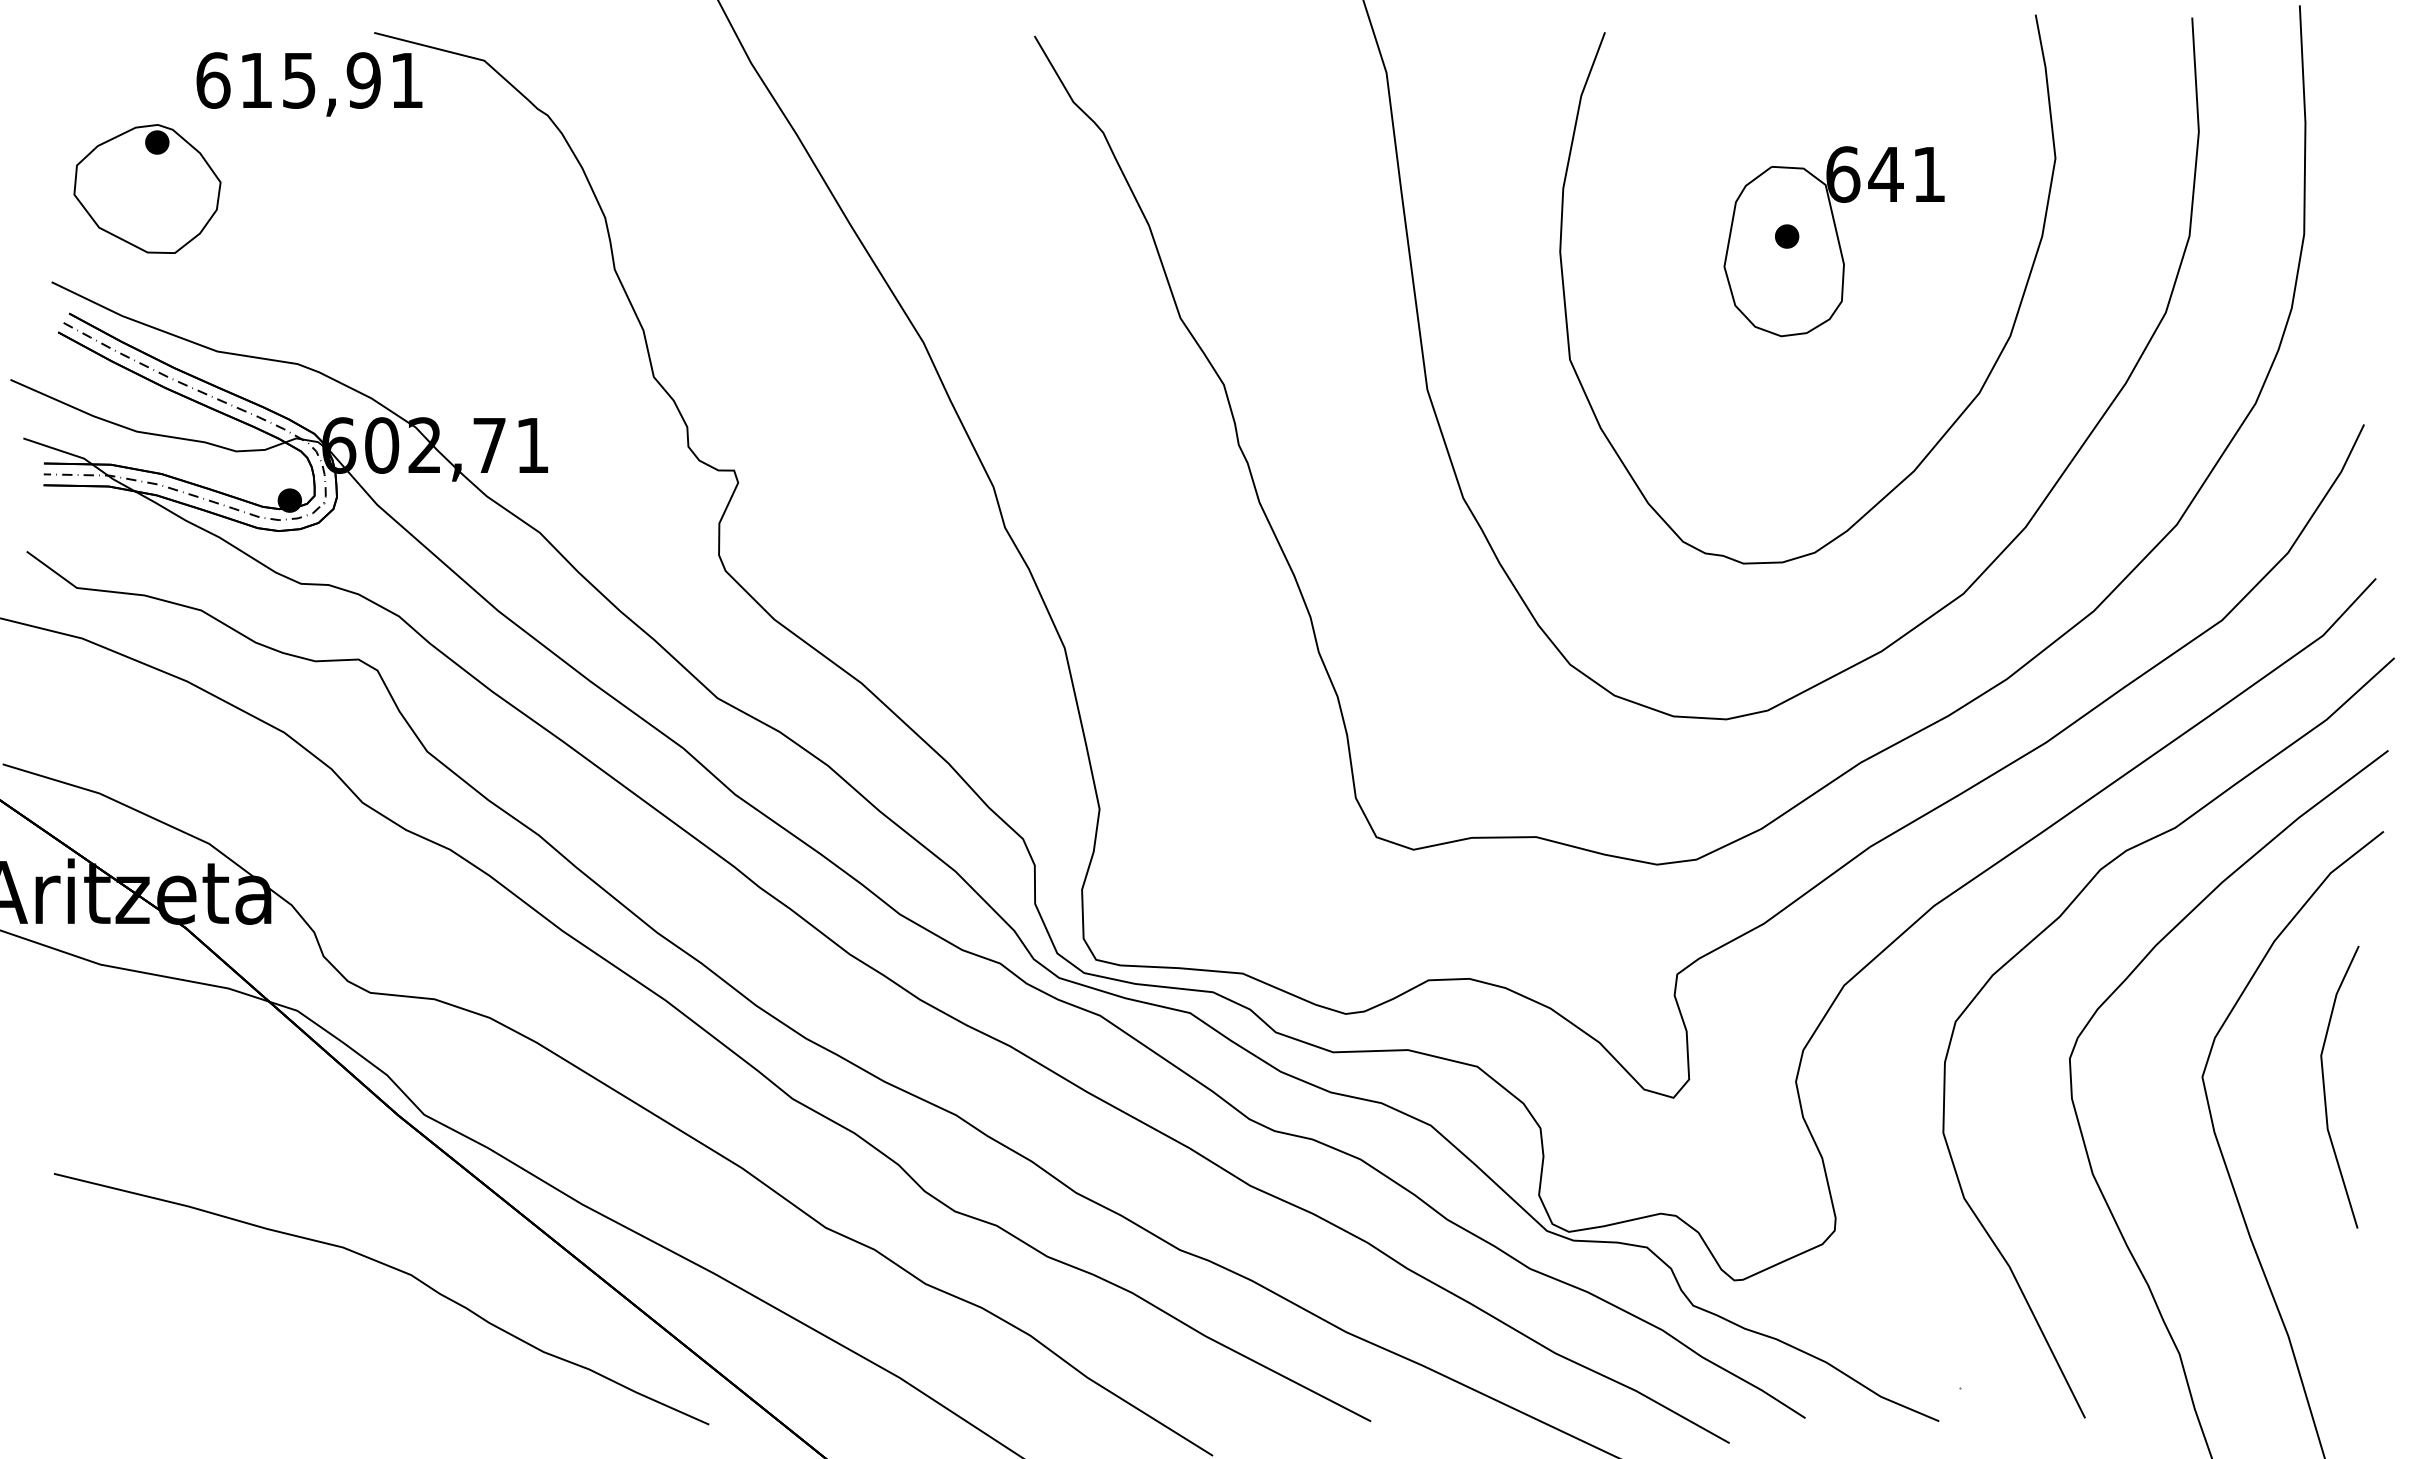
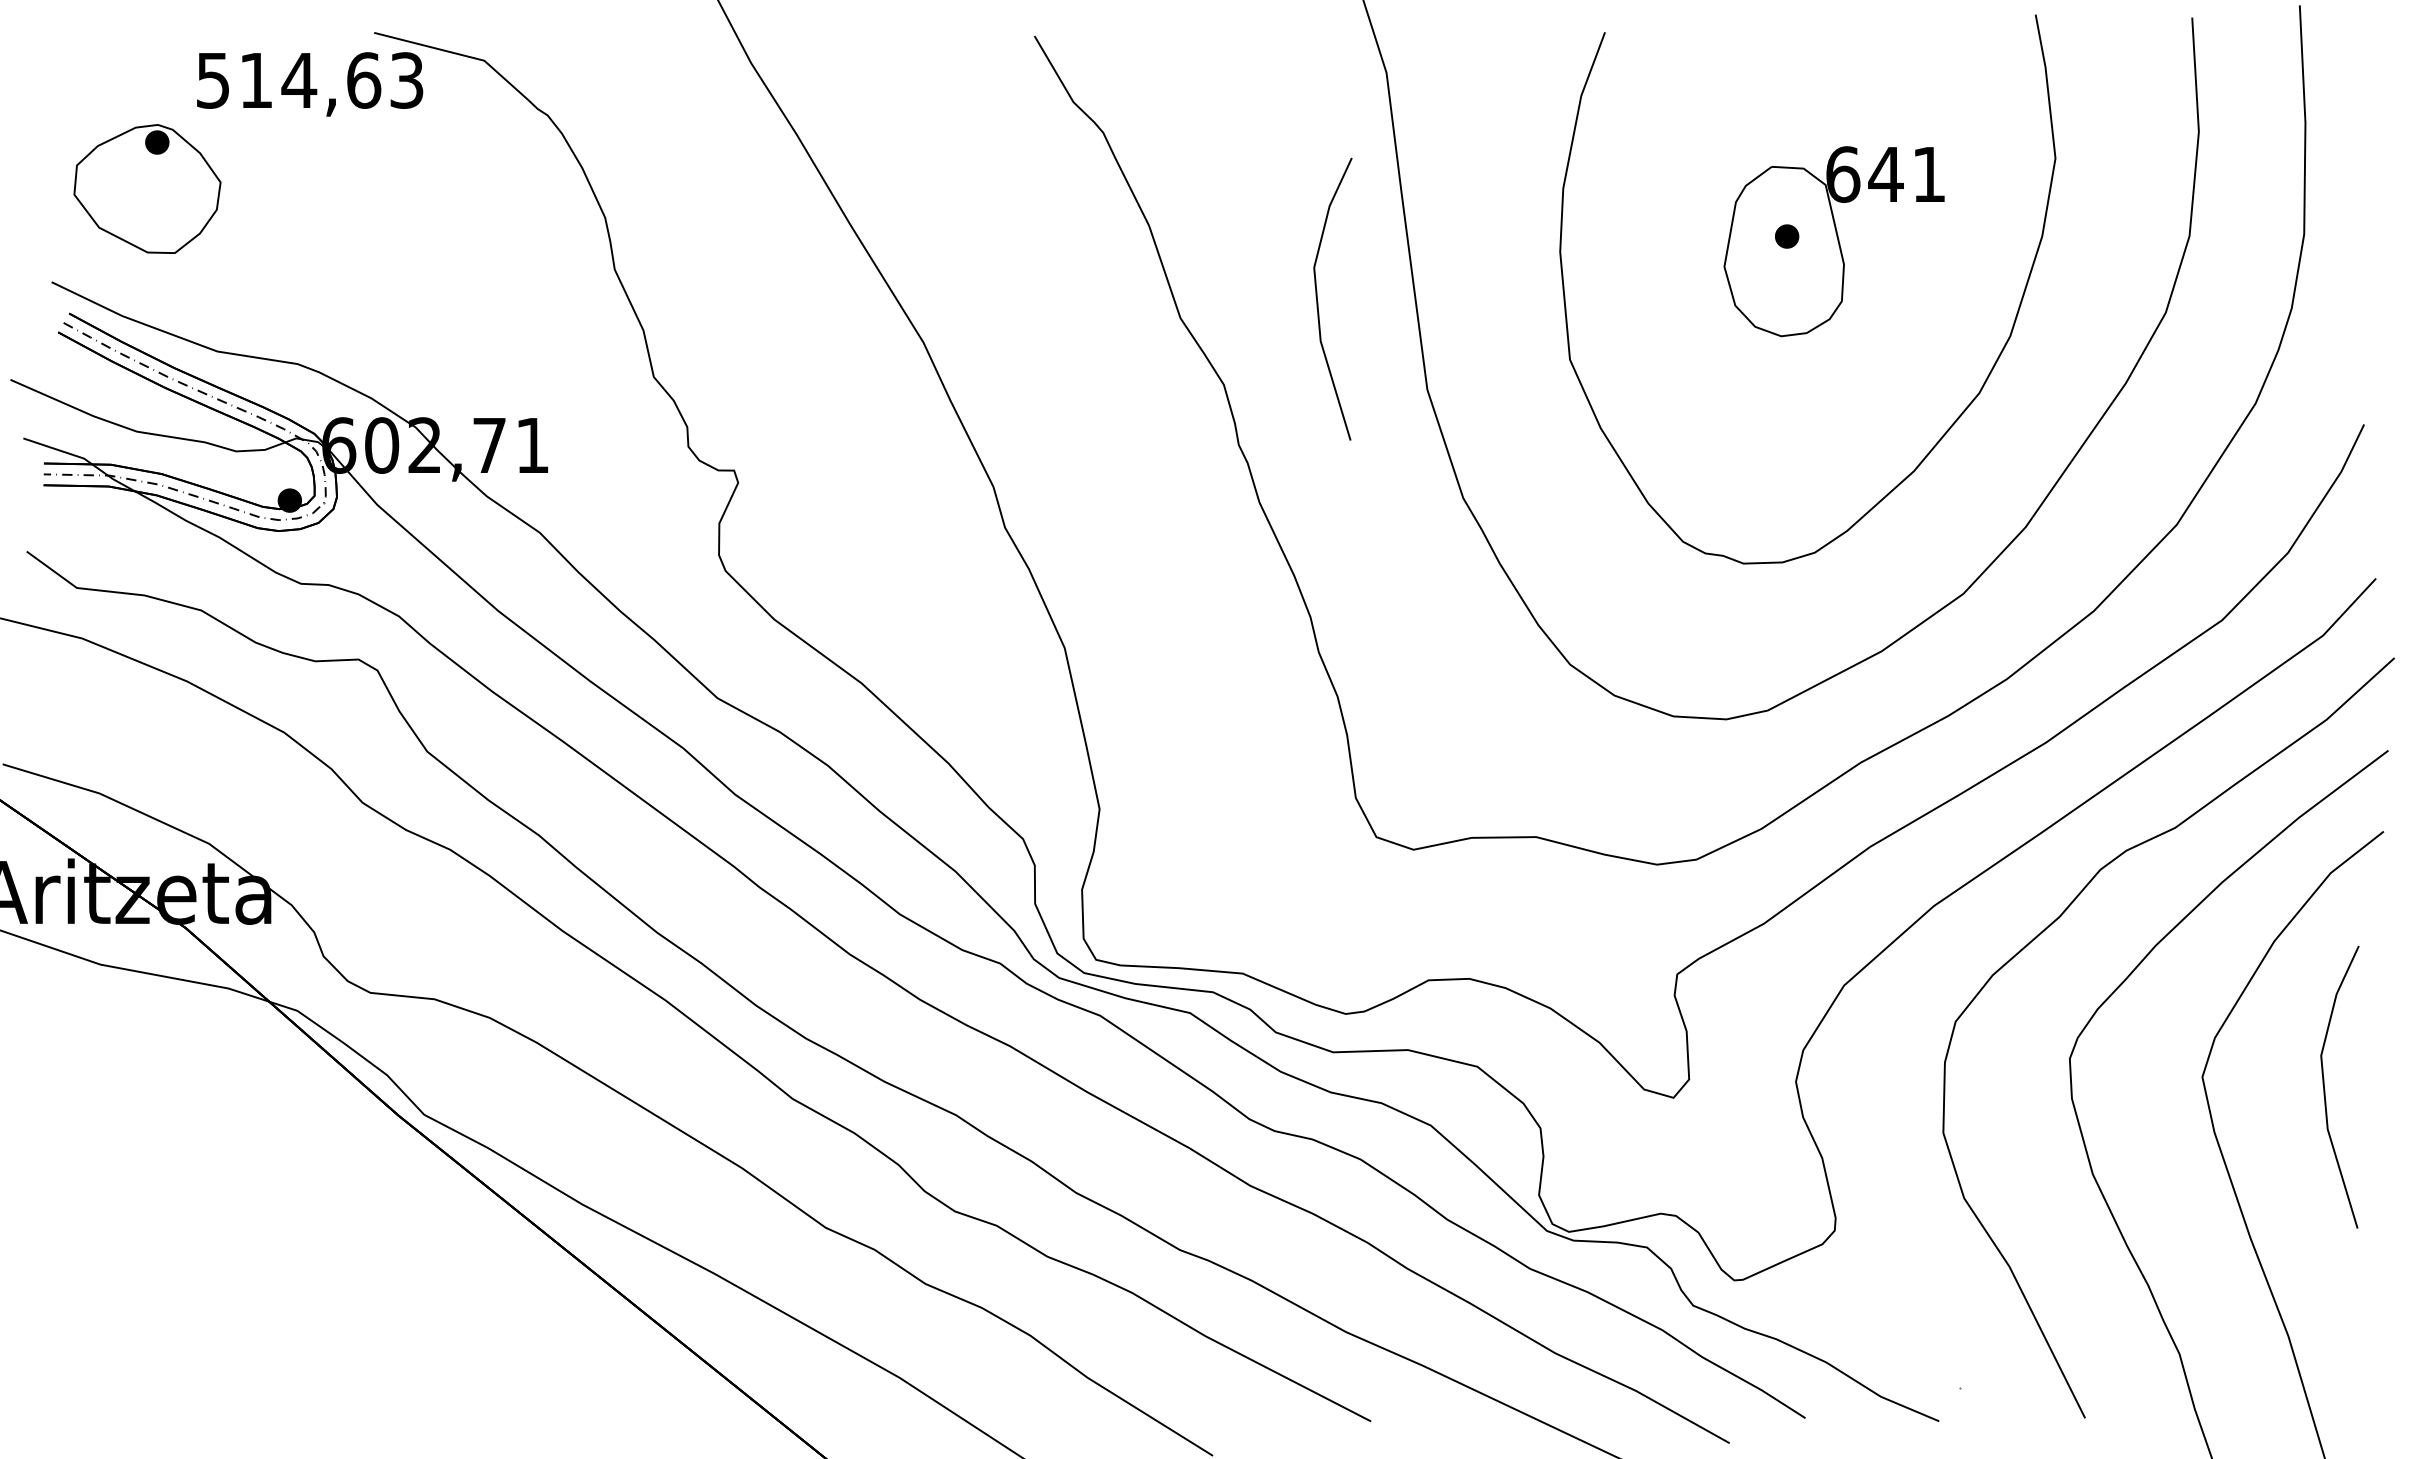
text at (309, 80): 615,91 -> 514,63
line at (1318, 301): none -> present
curve at (391, 1268): present -> none
